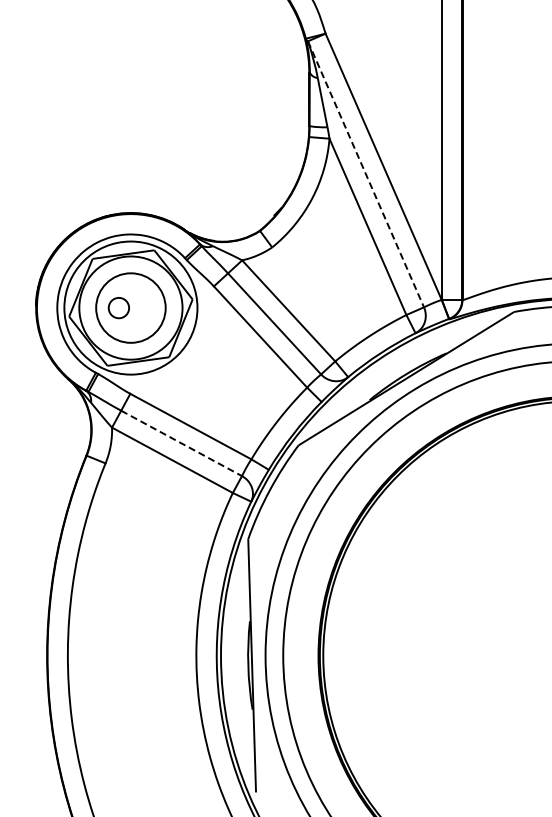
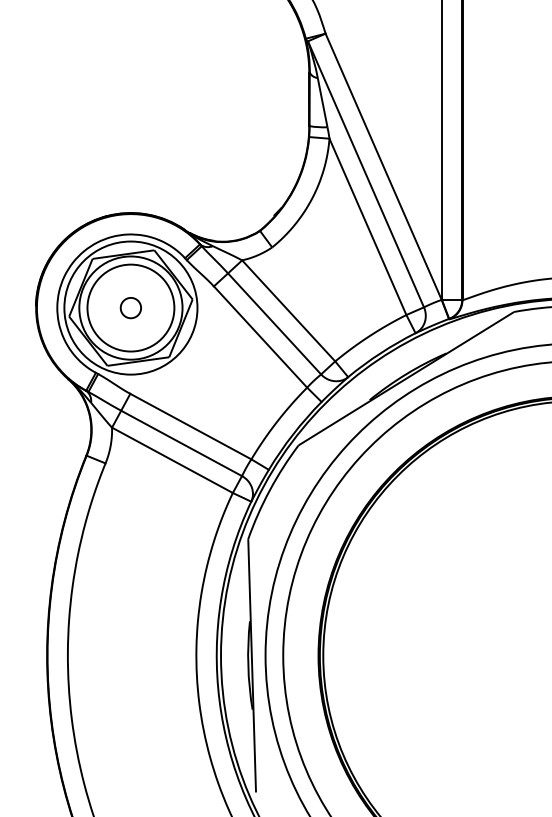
line at (366, 174): dashed -> solid
circle at (130, 307) diameter: 70 px -> 87 px
circle at (118, 308) position: (118, 308) -> (130, 308)
line at (181, 443): dashed -> solid
